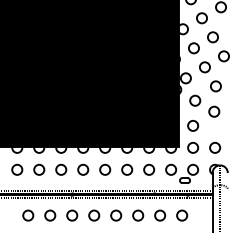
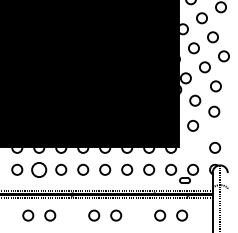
circle at (193, 147): present -> none
circle at (39, 169) size: 13x13 px -> 17x16 px
circle at (72, 215): present -> none
circle at (138, 215): present -> none
